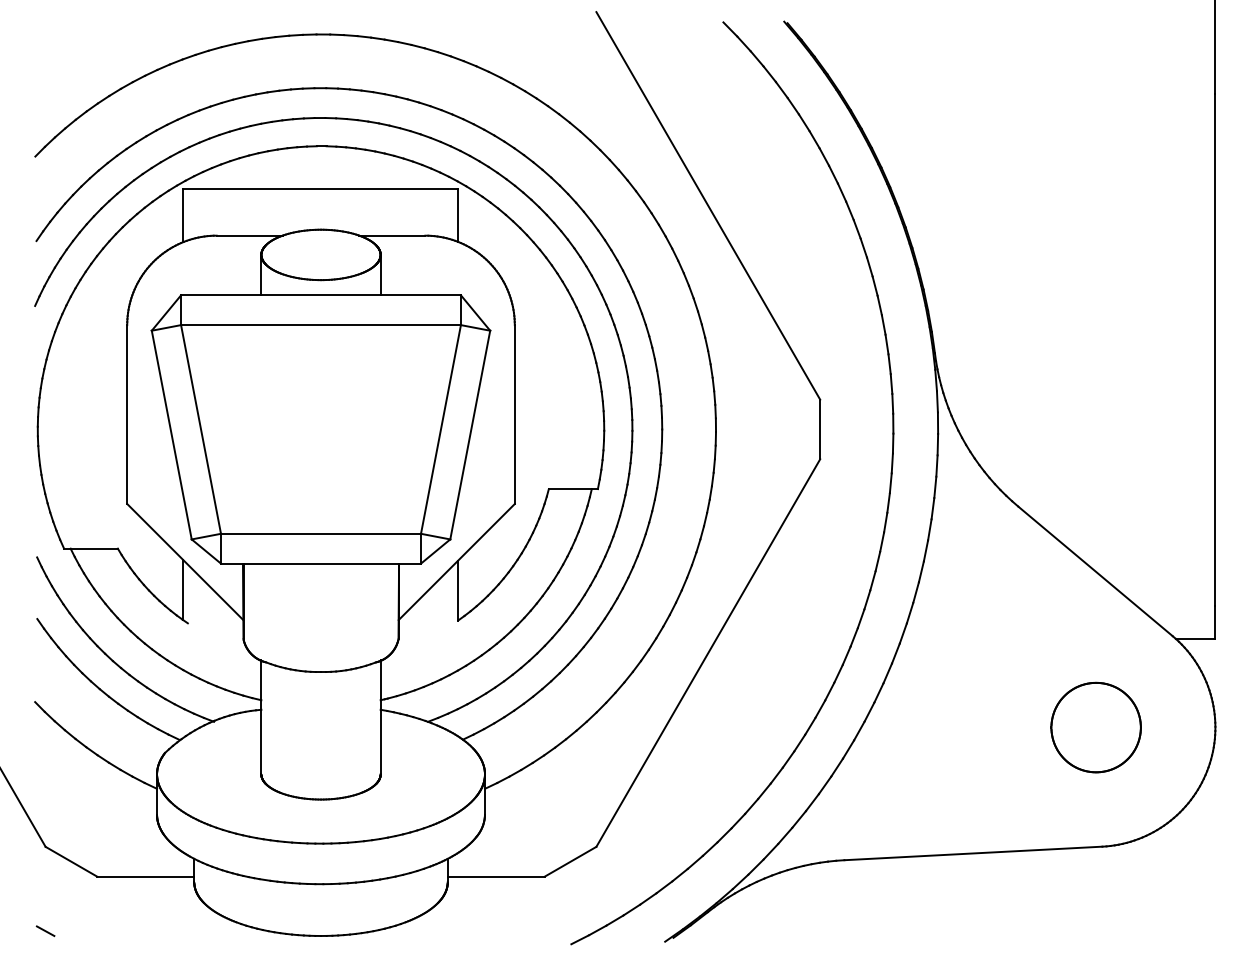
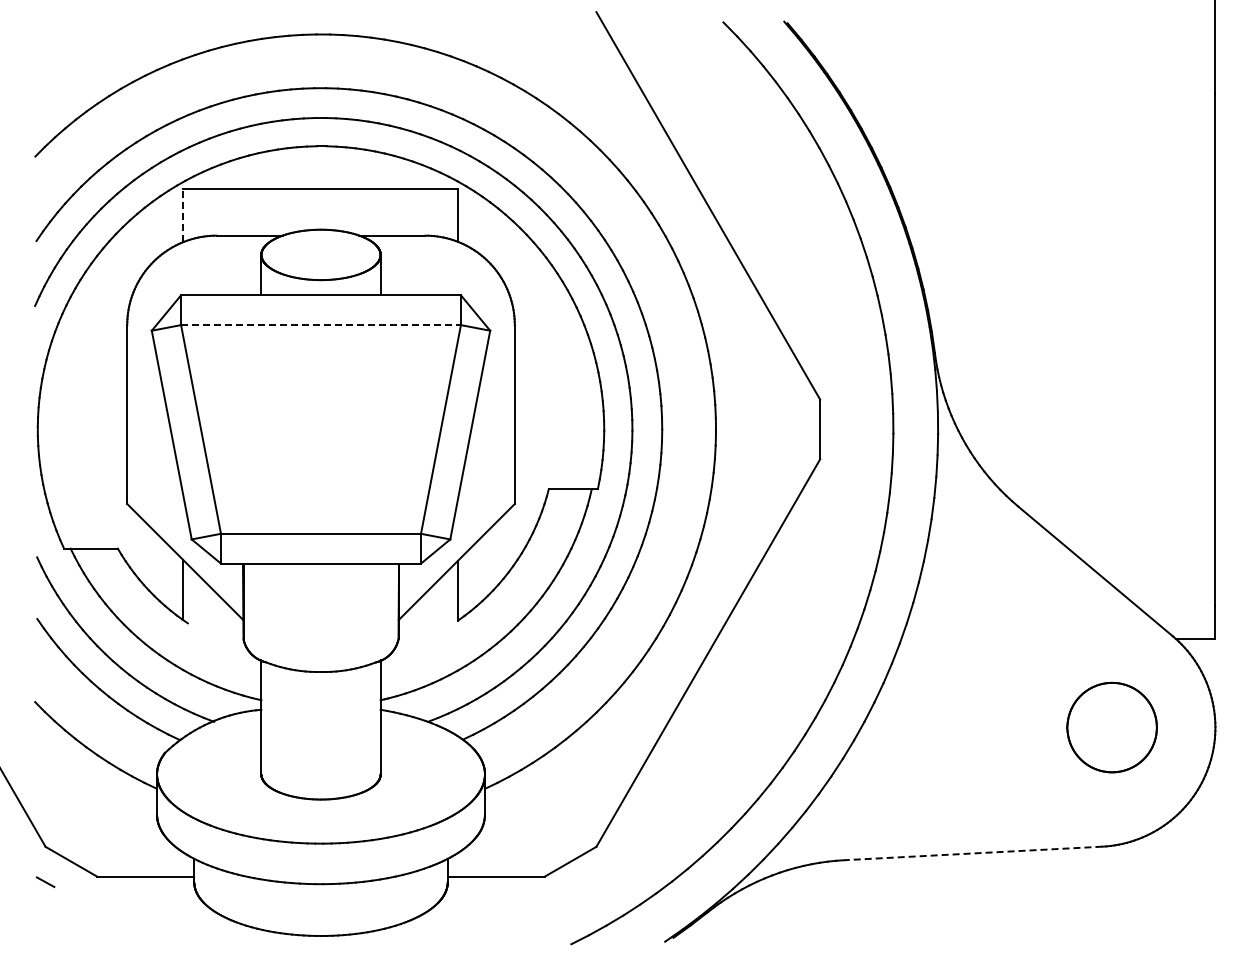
line at (182, 215): solid -> dashed
line at (321, 325): solid -> dashed
part at (1095, 727) position: (1095, 727) -> (1111, 727)
line at (972, 853): solid -> dashed
line at (45, 930) position: (45, 930) -> (45, 881)
